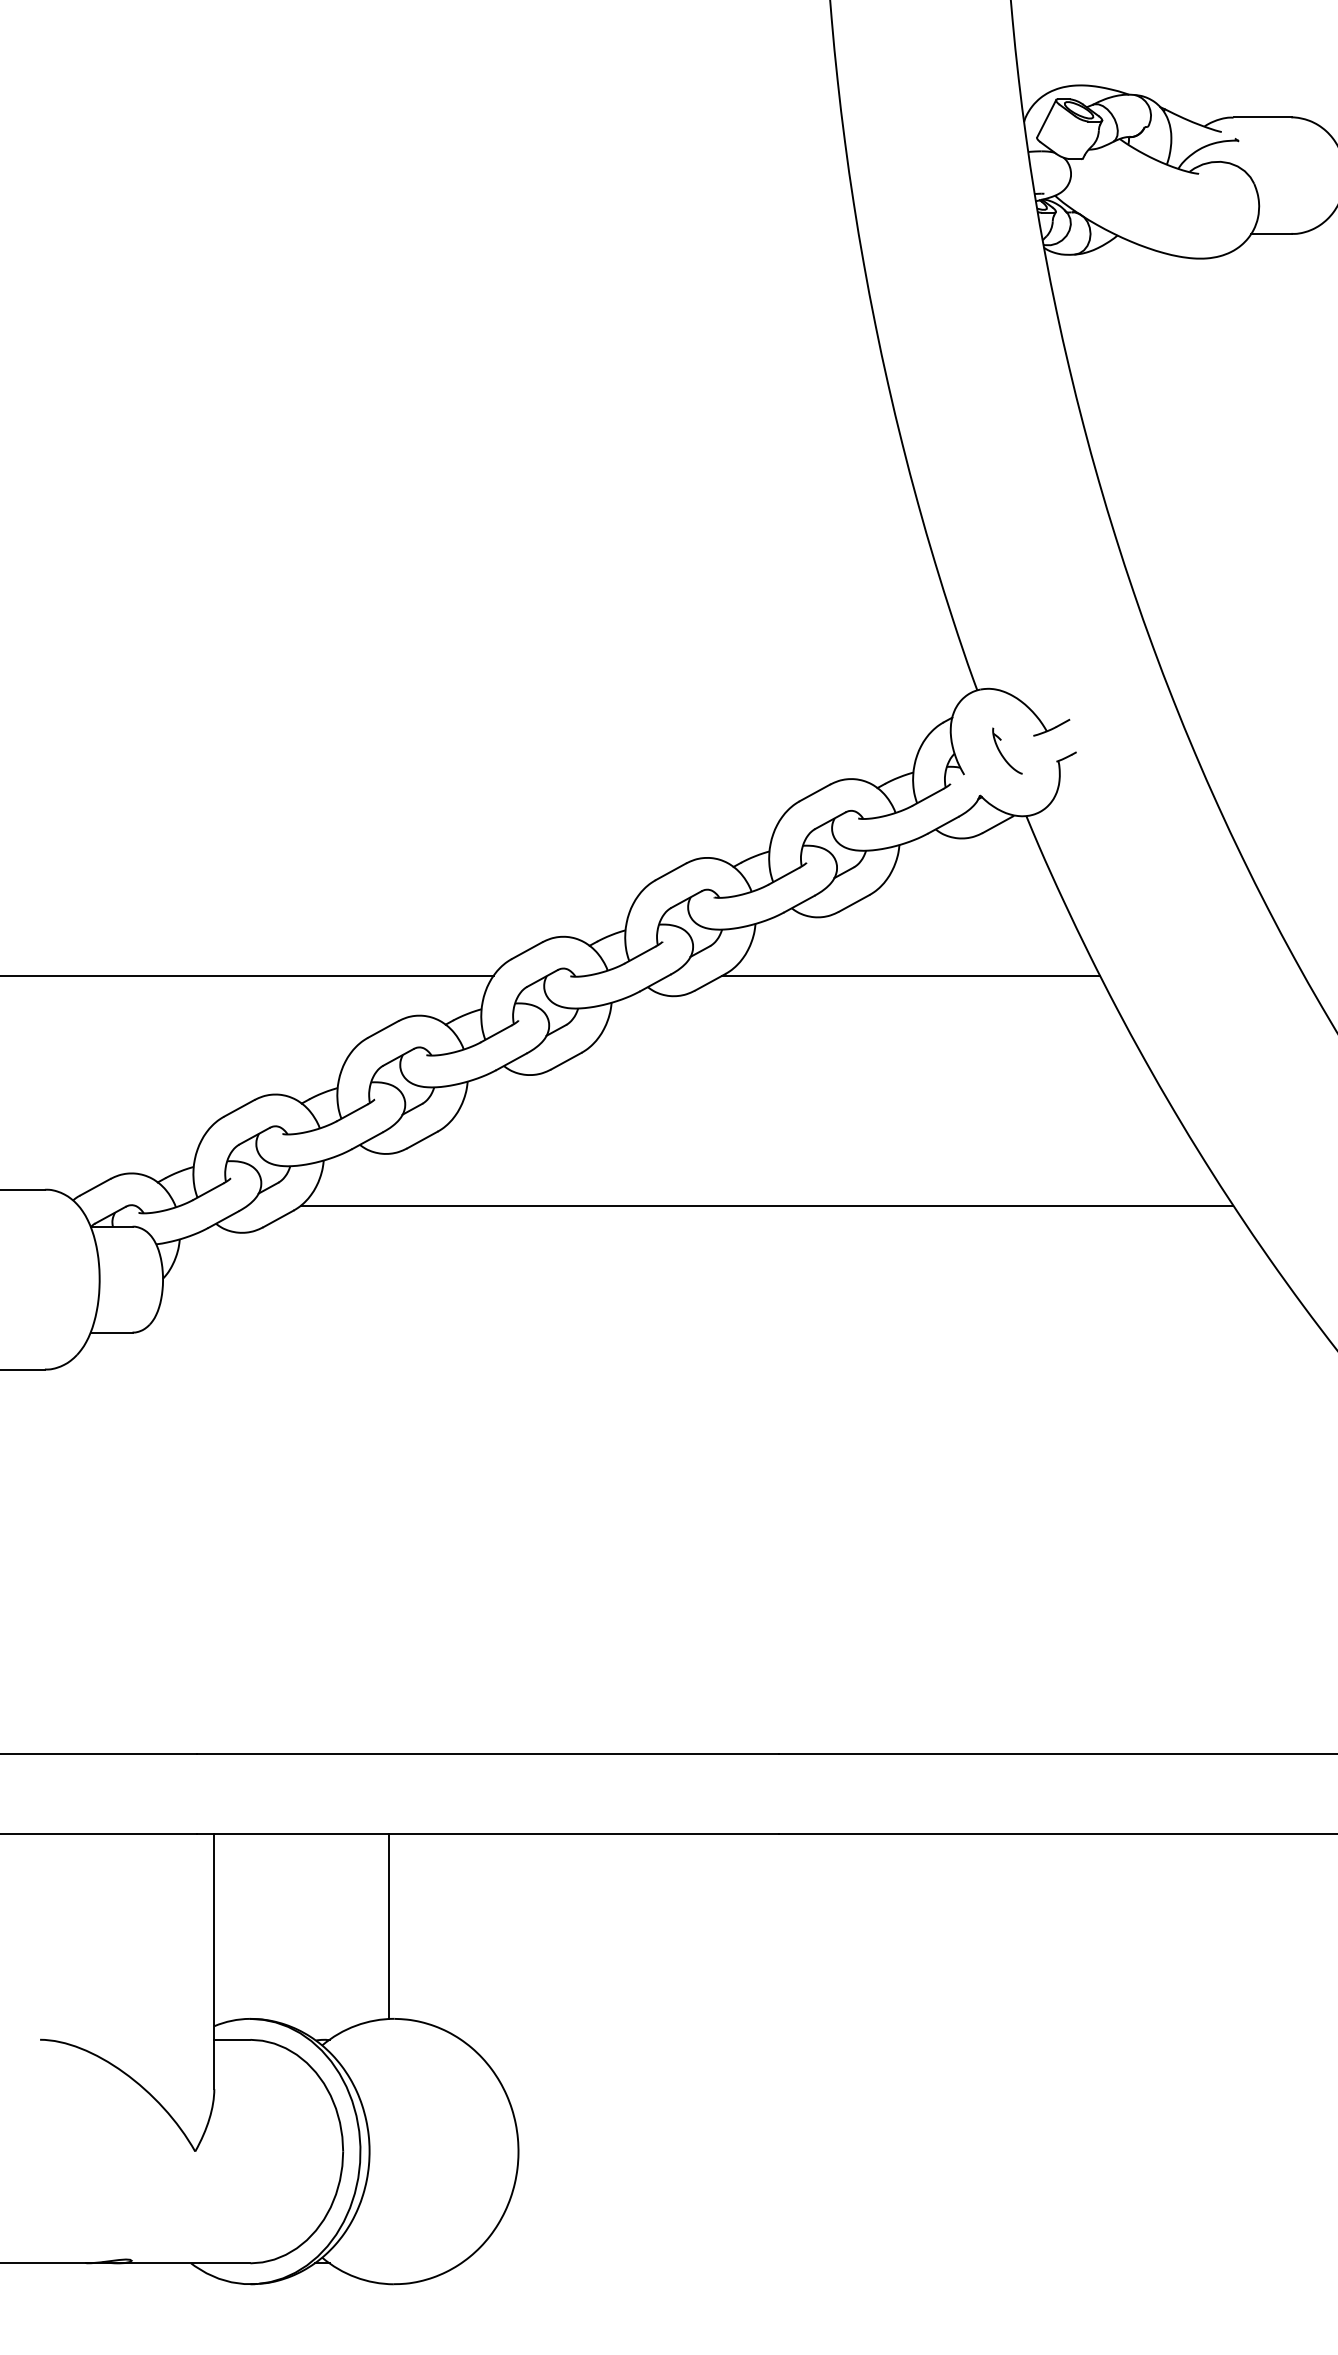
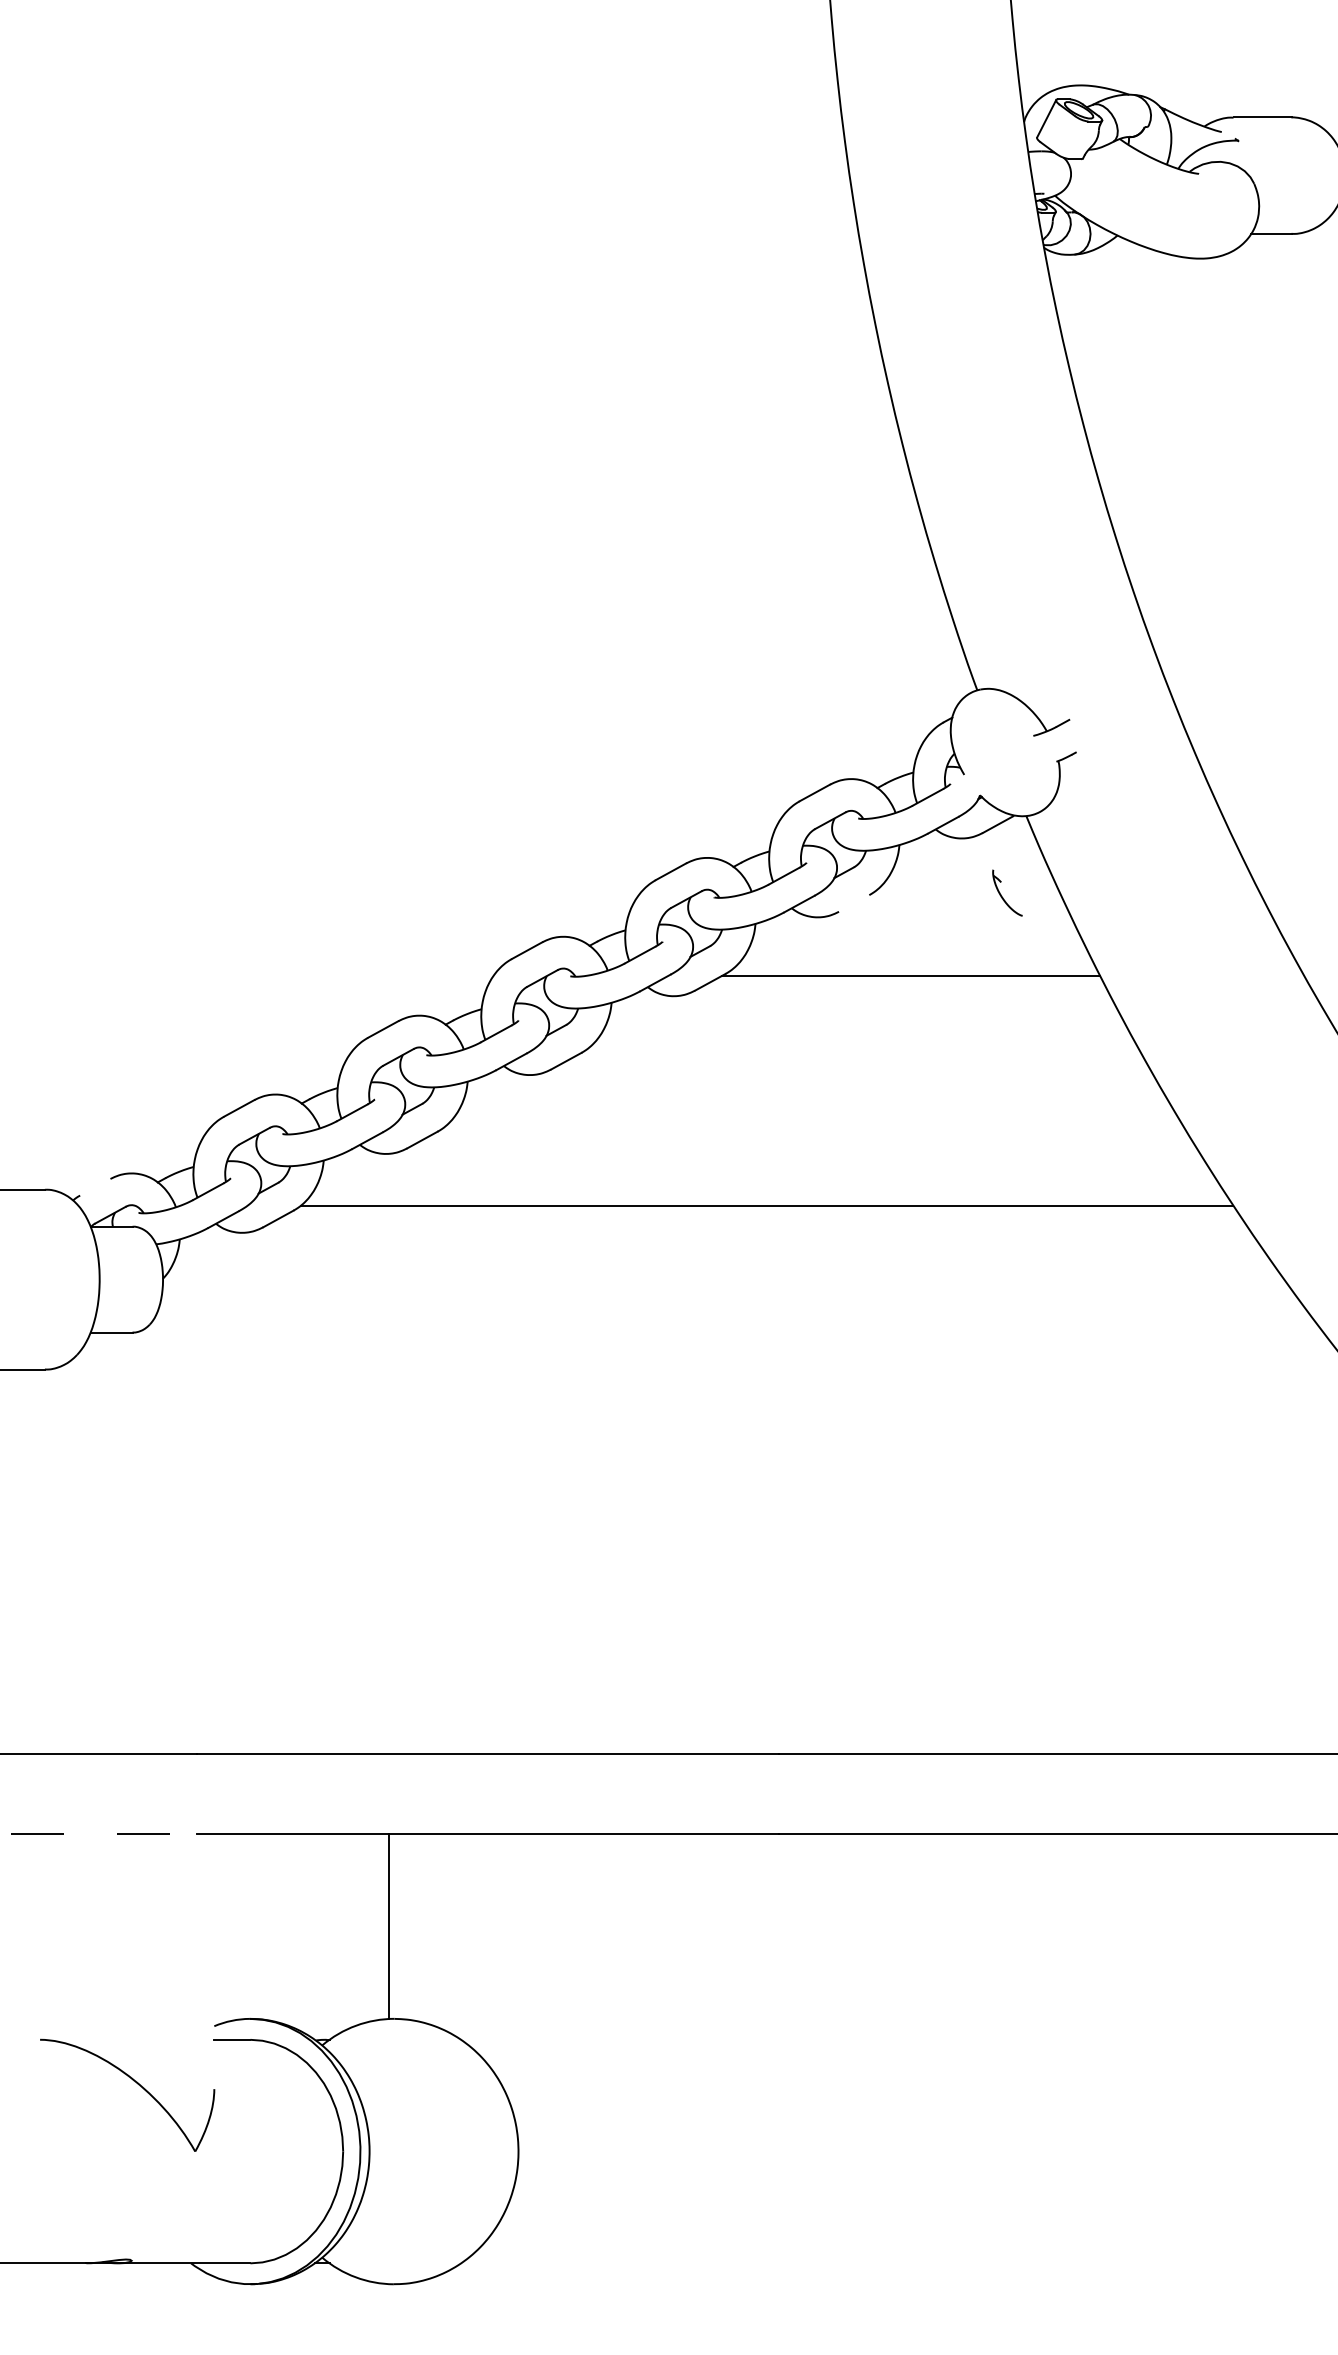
part at (1001, 752) position: (1001, 752) -> (1001, 894)
line at (854, 903): present -> none
line at (247, 975): present -> none
line at (95, 1186): present -> none
line at (99, 1833): solid -> dashed
line at (214, 1961): present -> none
